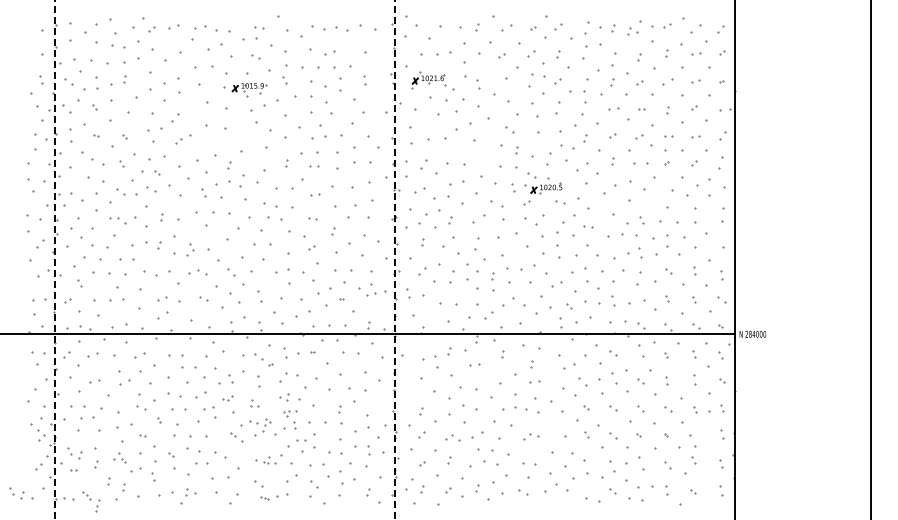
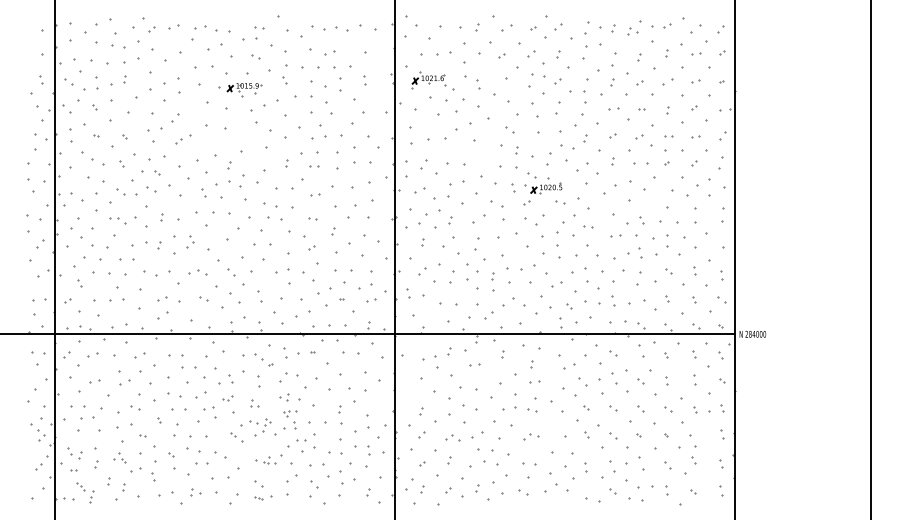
part at (245, 90) position: (245, 90) -> (240, 90)
part at (615, 235) size: 17x5 px -> 12x4 px
part at (190, 249) position: (190, 249) -> (190, 241)
line at (54, 259): dashed -> solid
line at (394, 260): dashed -> solid
part at (371, 294) position: (371, 294) -> (371, 300)
part at (141, 407) position: (141, 407) -> (135, 407)
part at (532, 410) size: 15x6 px -> 11x5 px
part at (585, 466) size: 6x16 px -> 4x11 px
part at (190, 492) position: (190, 492) -> (195, 492)
part at (16, 493): present -> none
part at (269, 497) position: (269, 497) -> (263, 497)
part at (91, 501) position: (91, 501) -> (85, 492)
